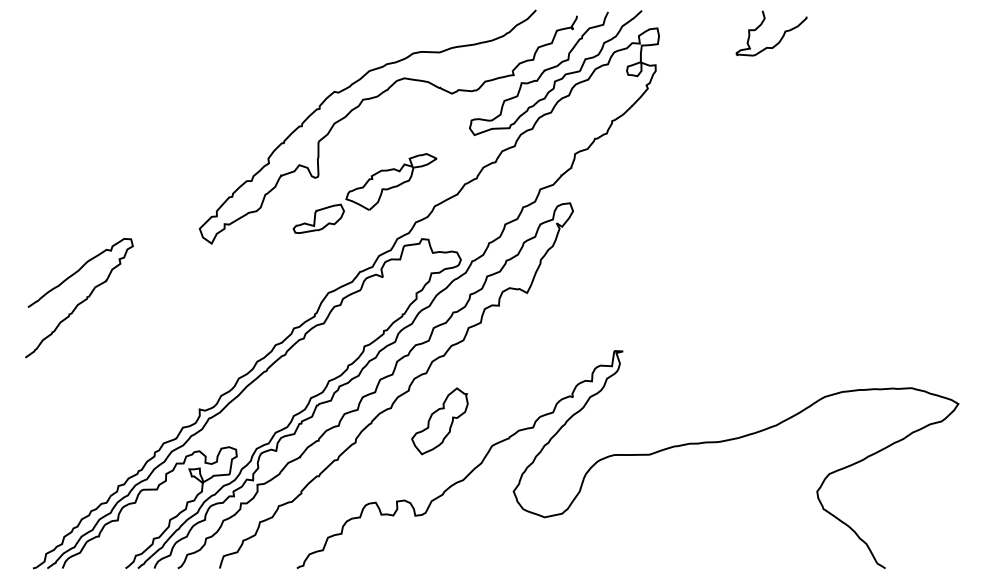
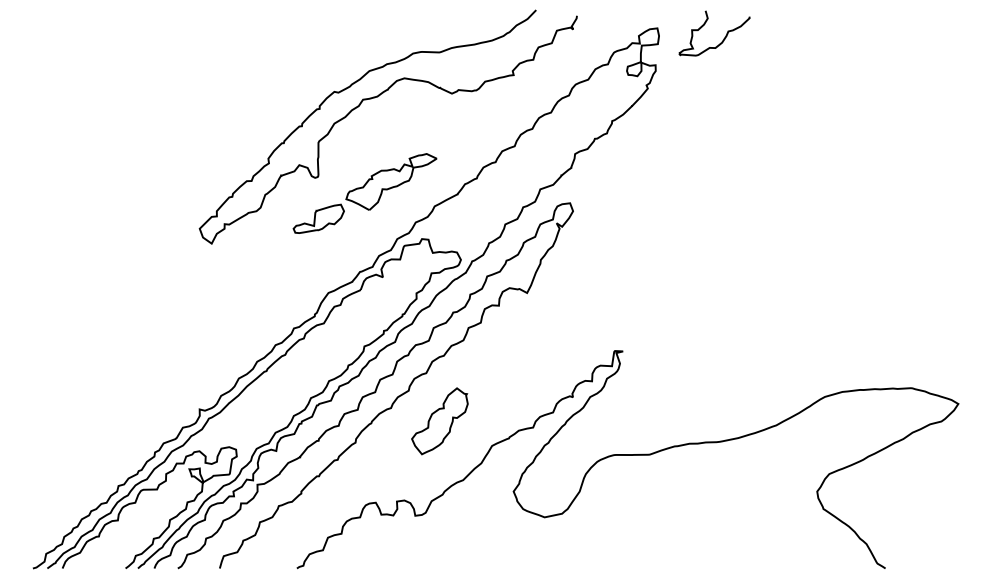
curve at (780, 38) position: (780, 38) -> (723, 38)
curve at (553, 68): present -> none
curve at (82, 300): present -> none
